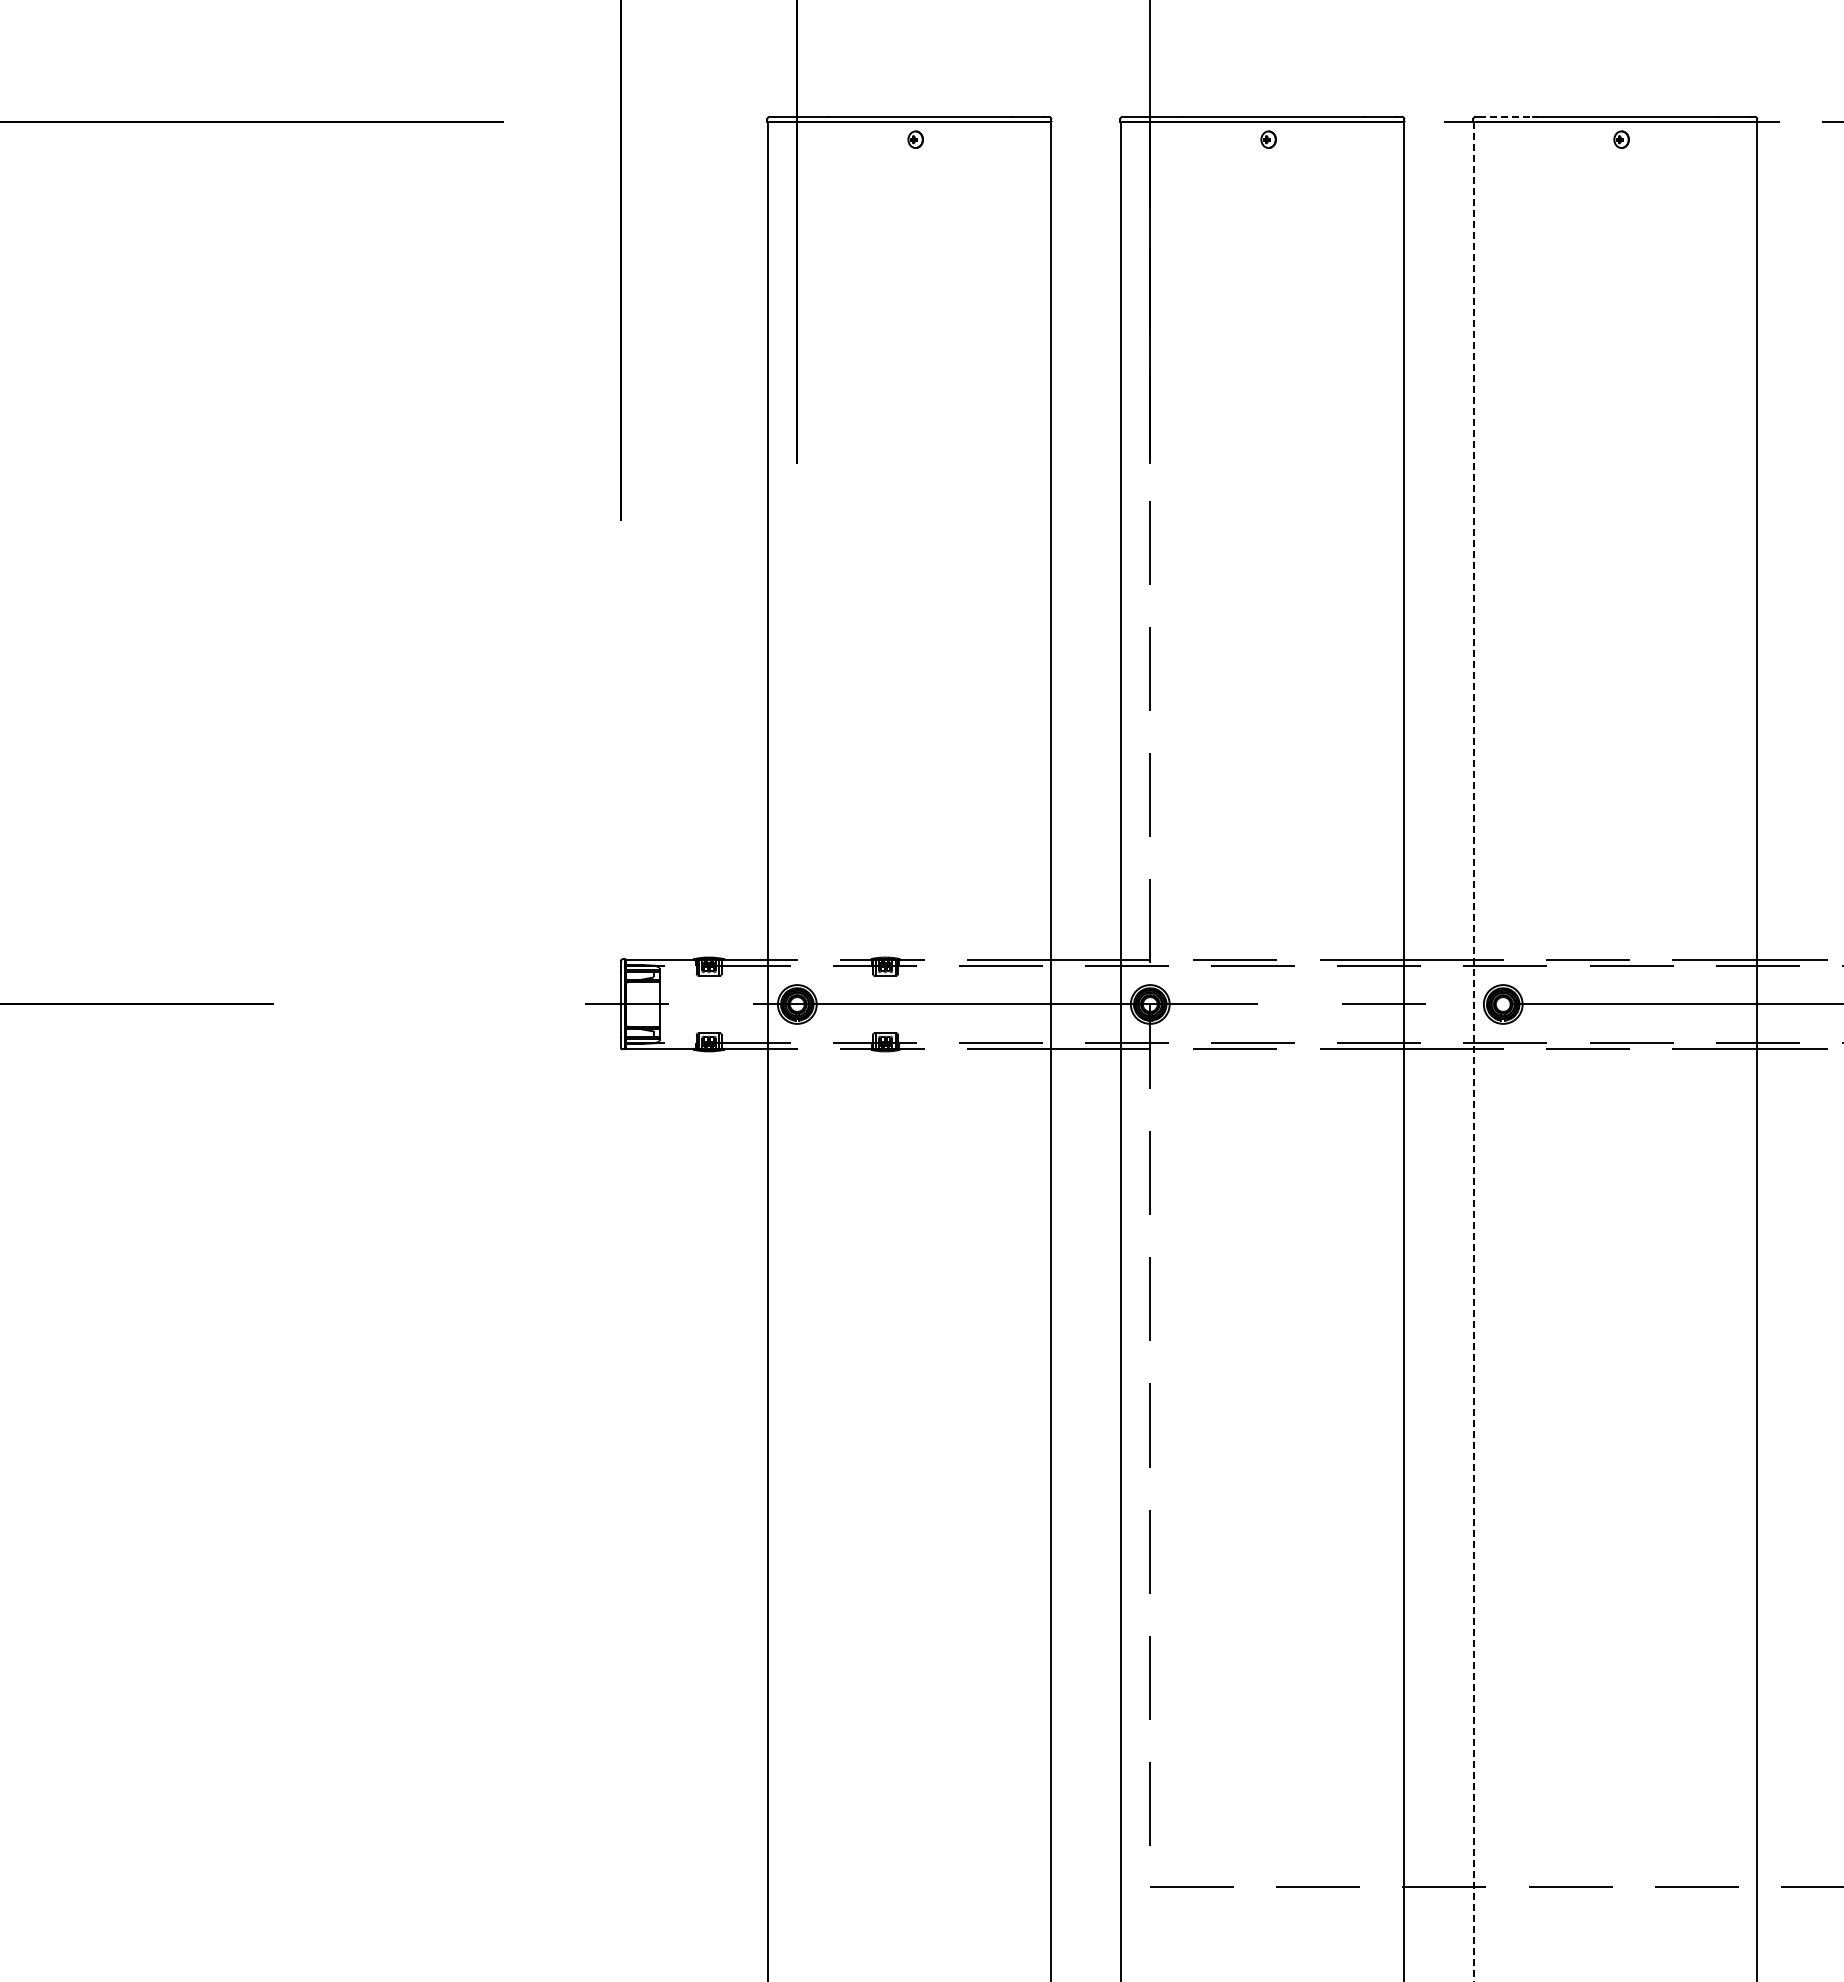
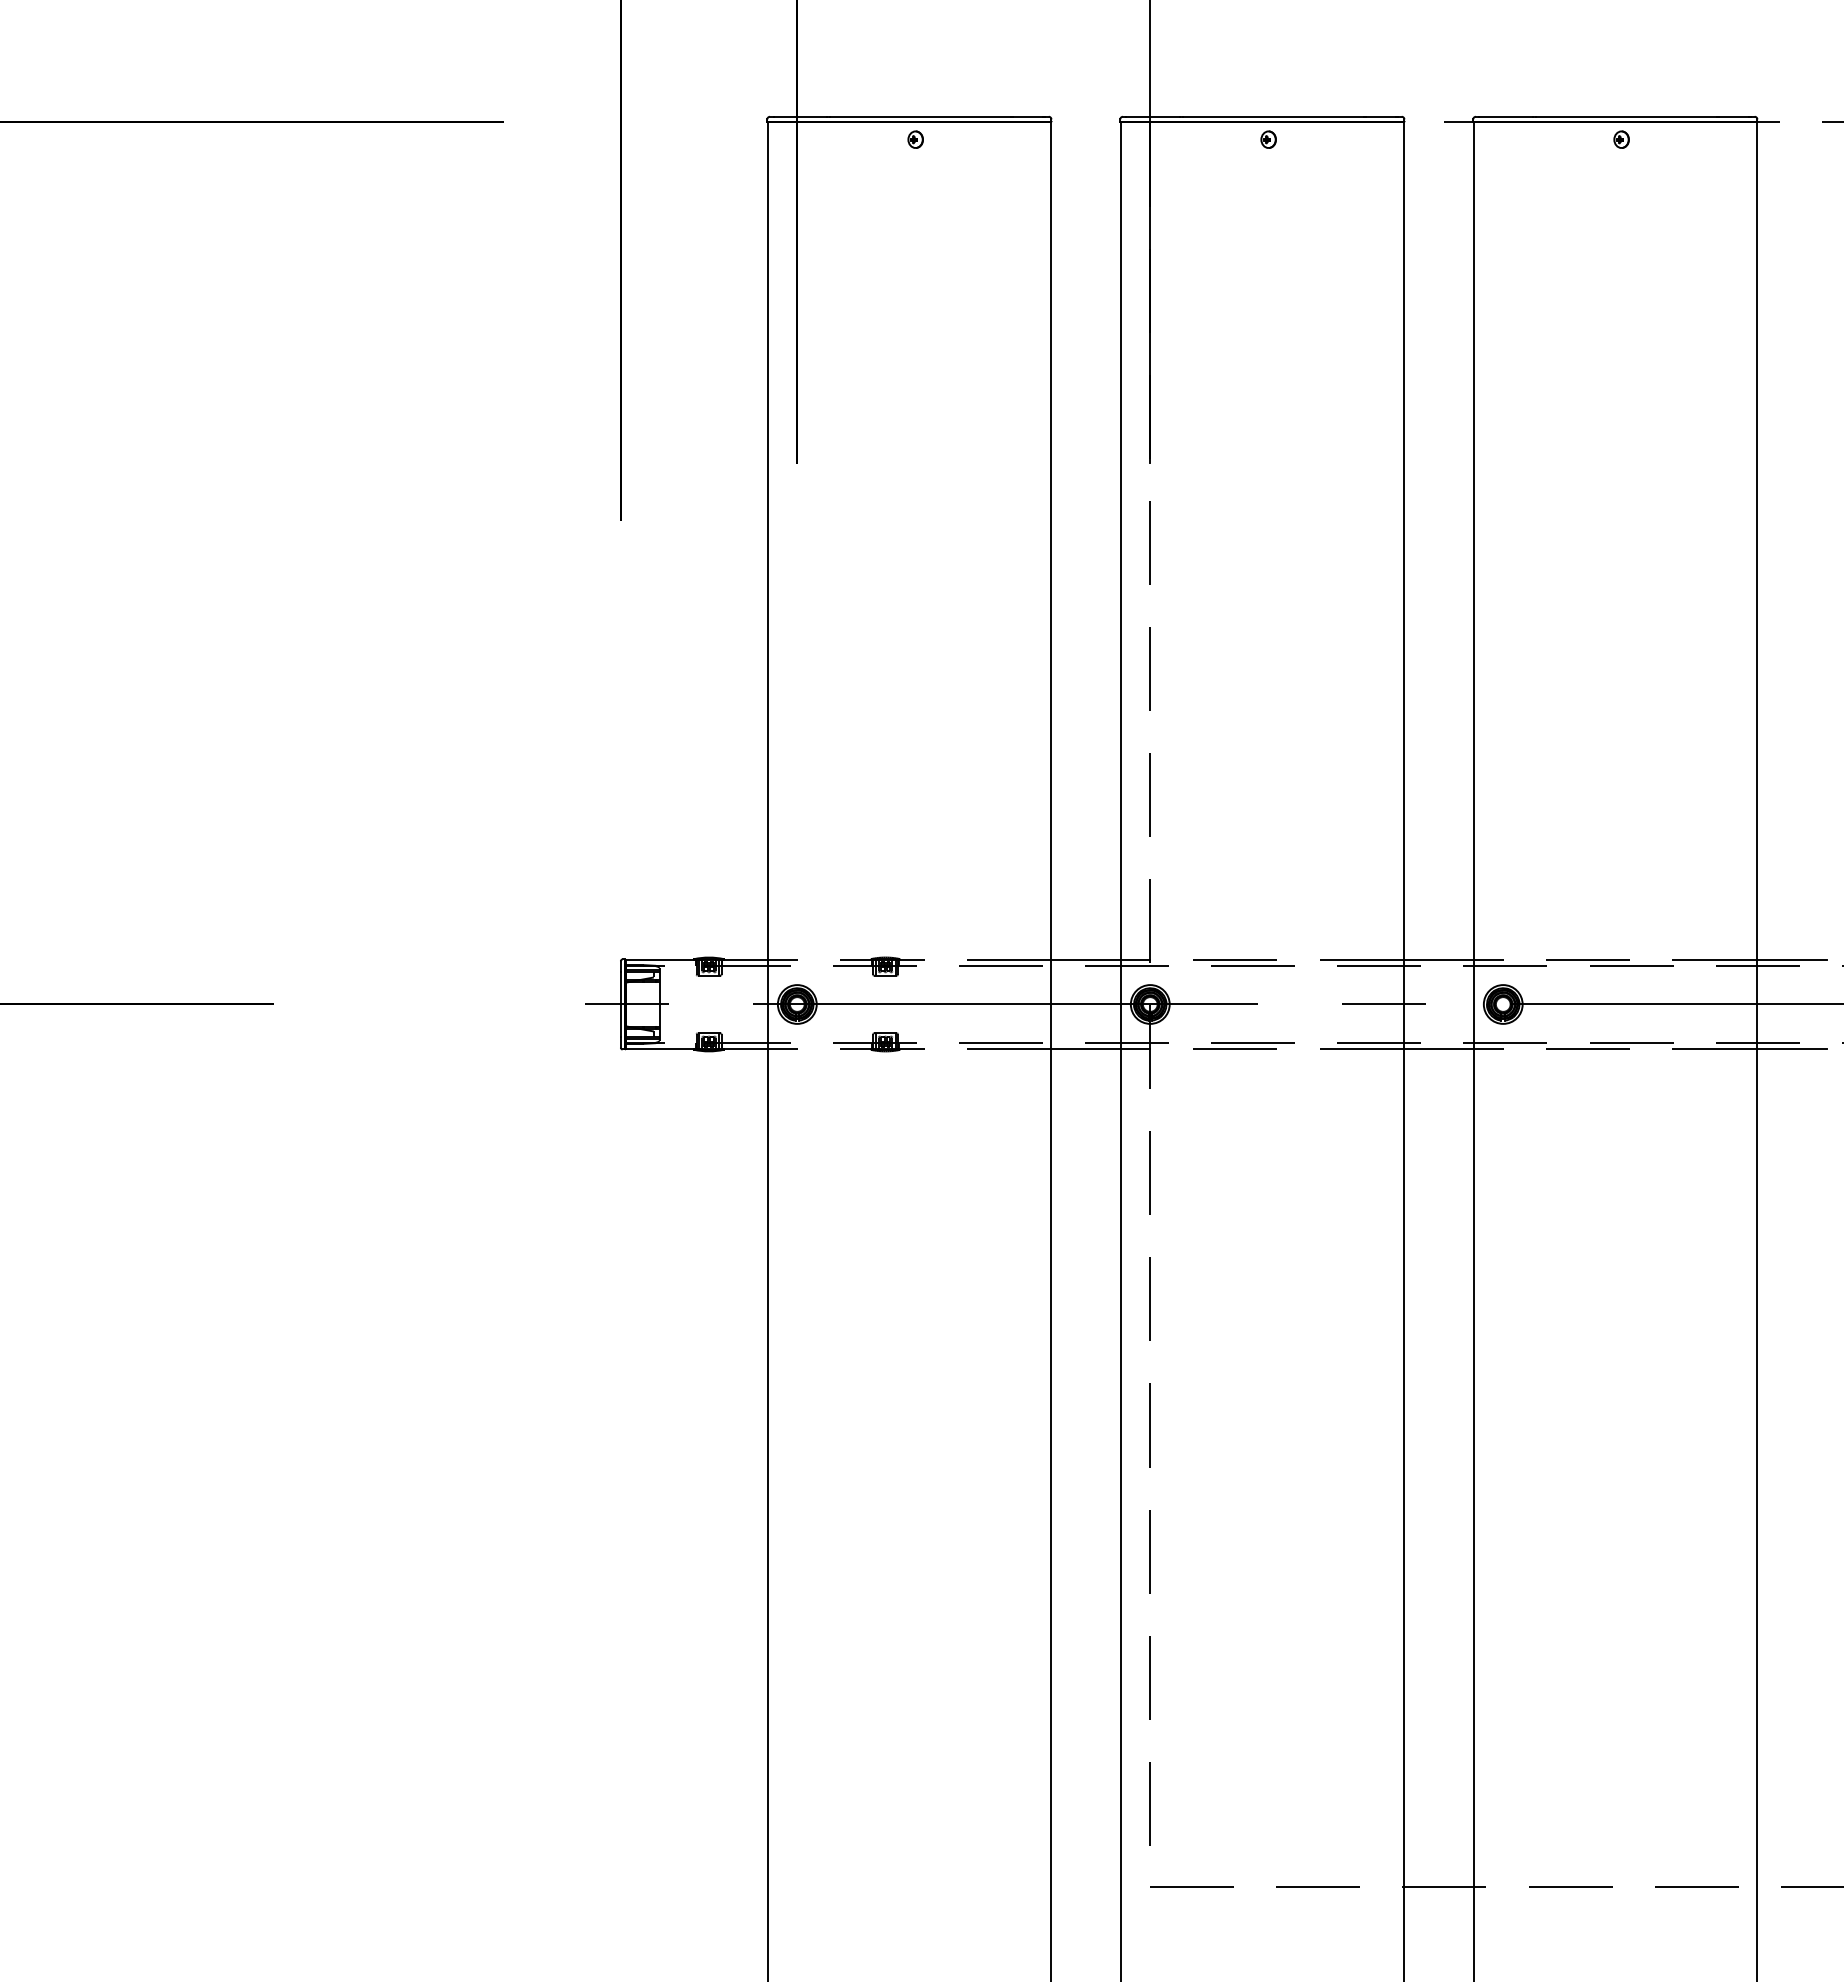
line at (1506, 116): dashed -> solid
line at (1474, 1051): dashed -> solid
